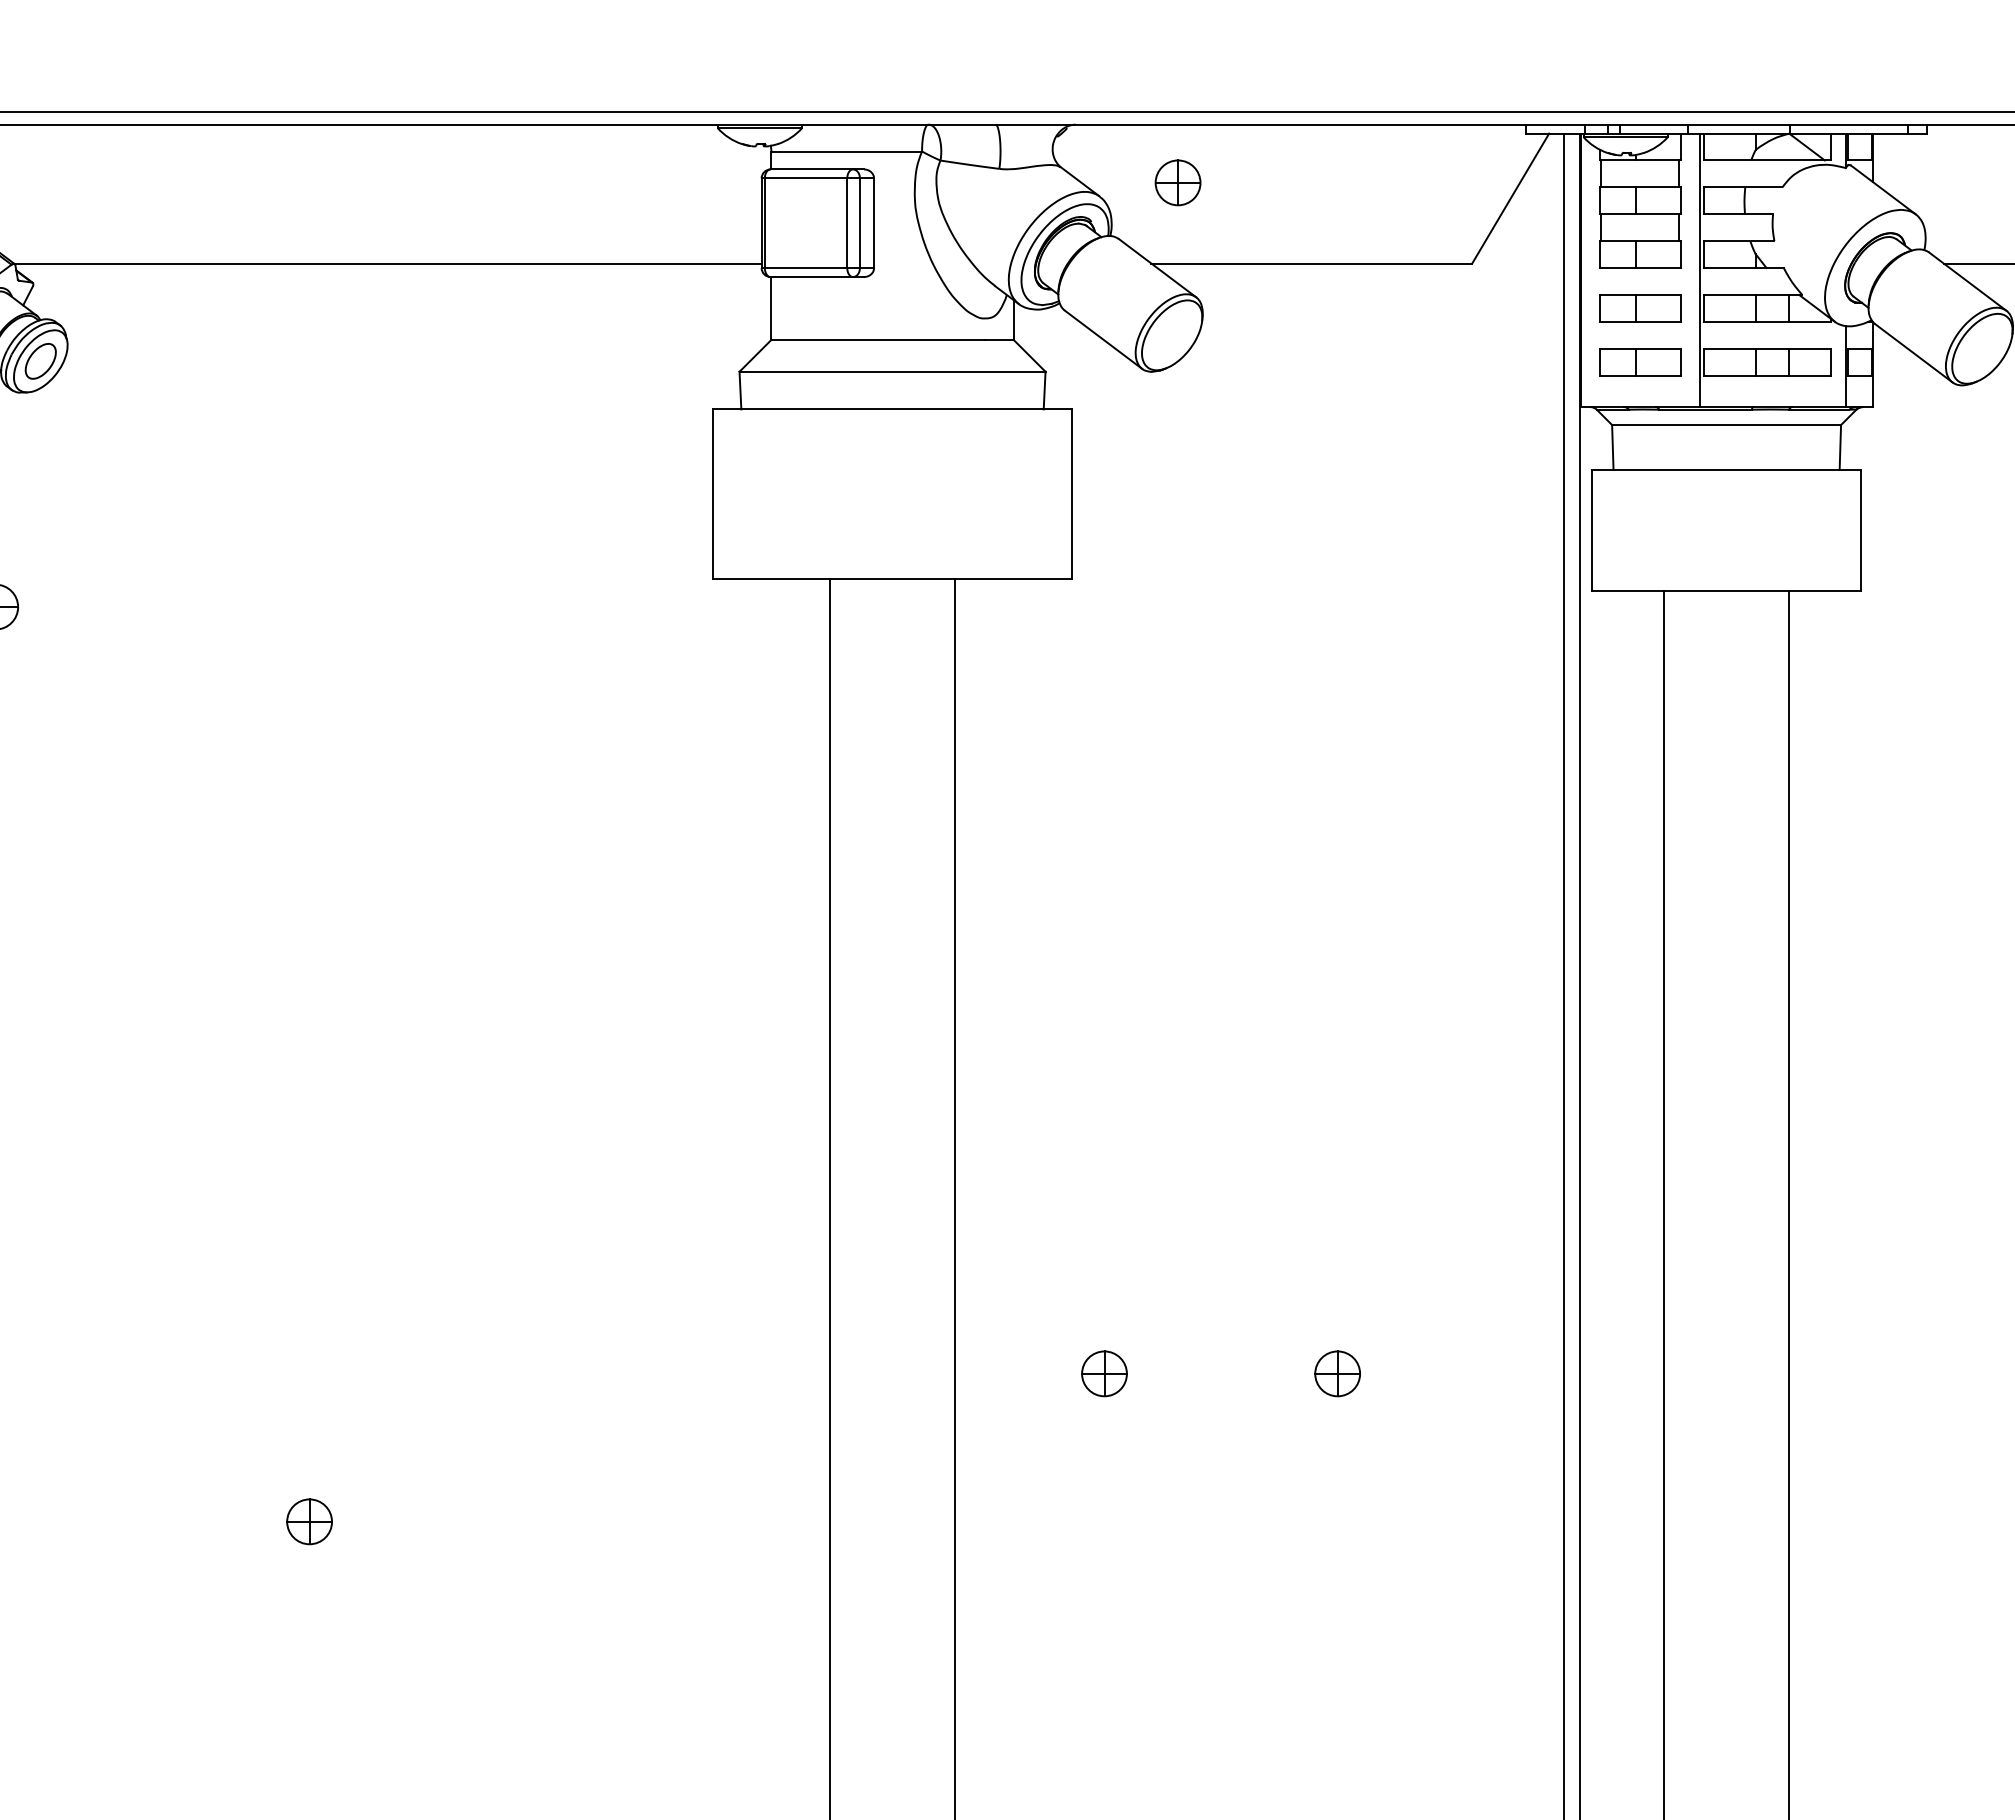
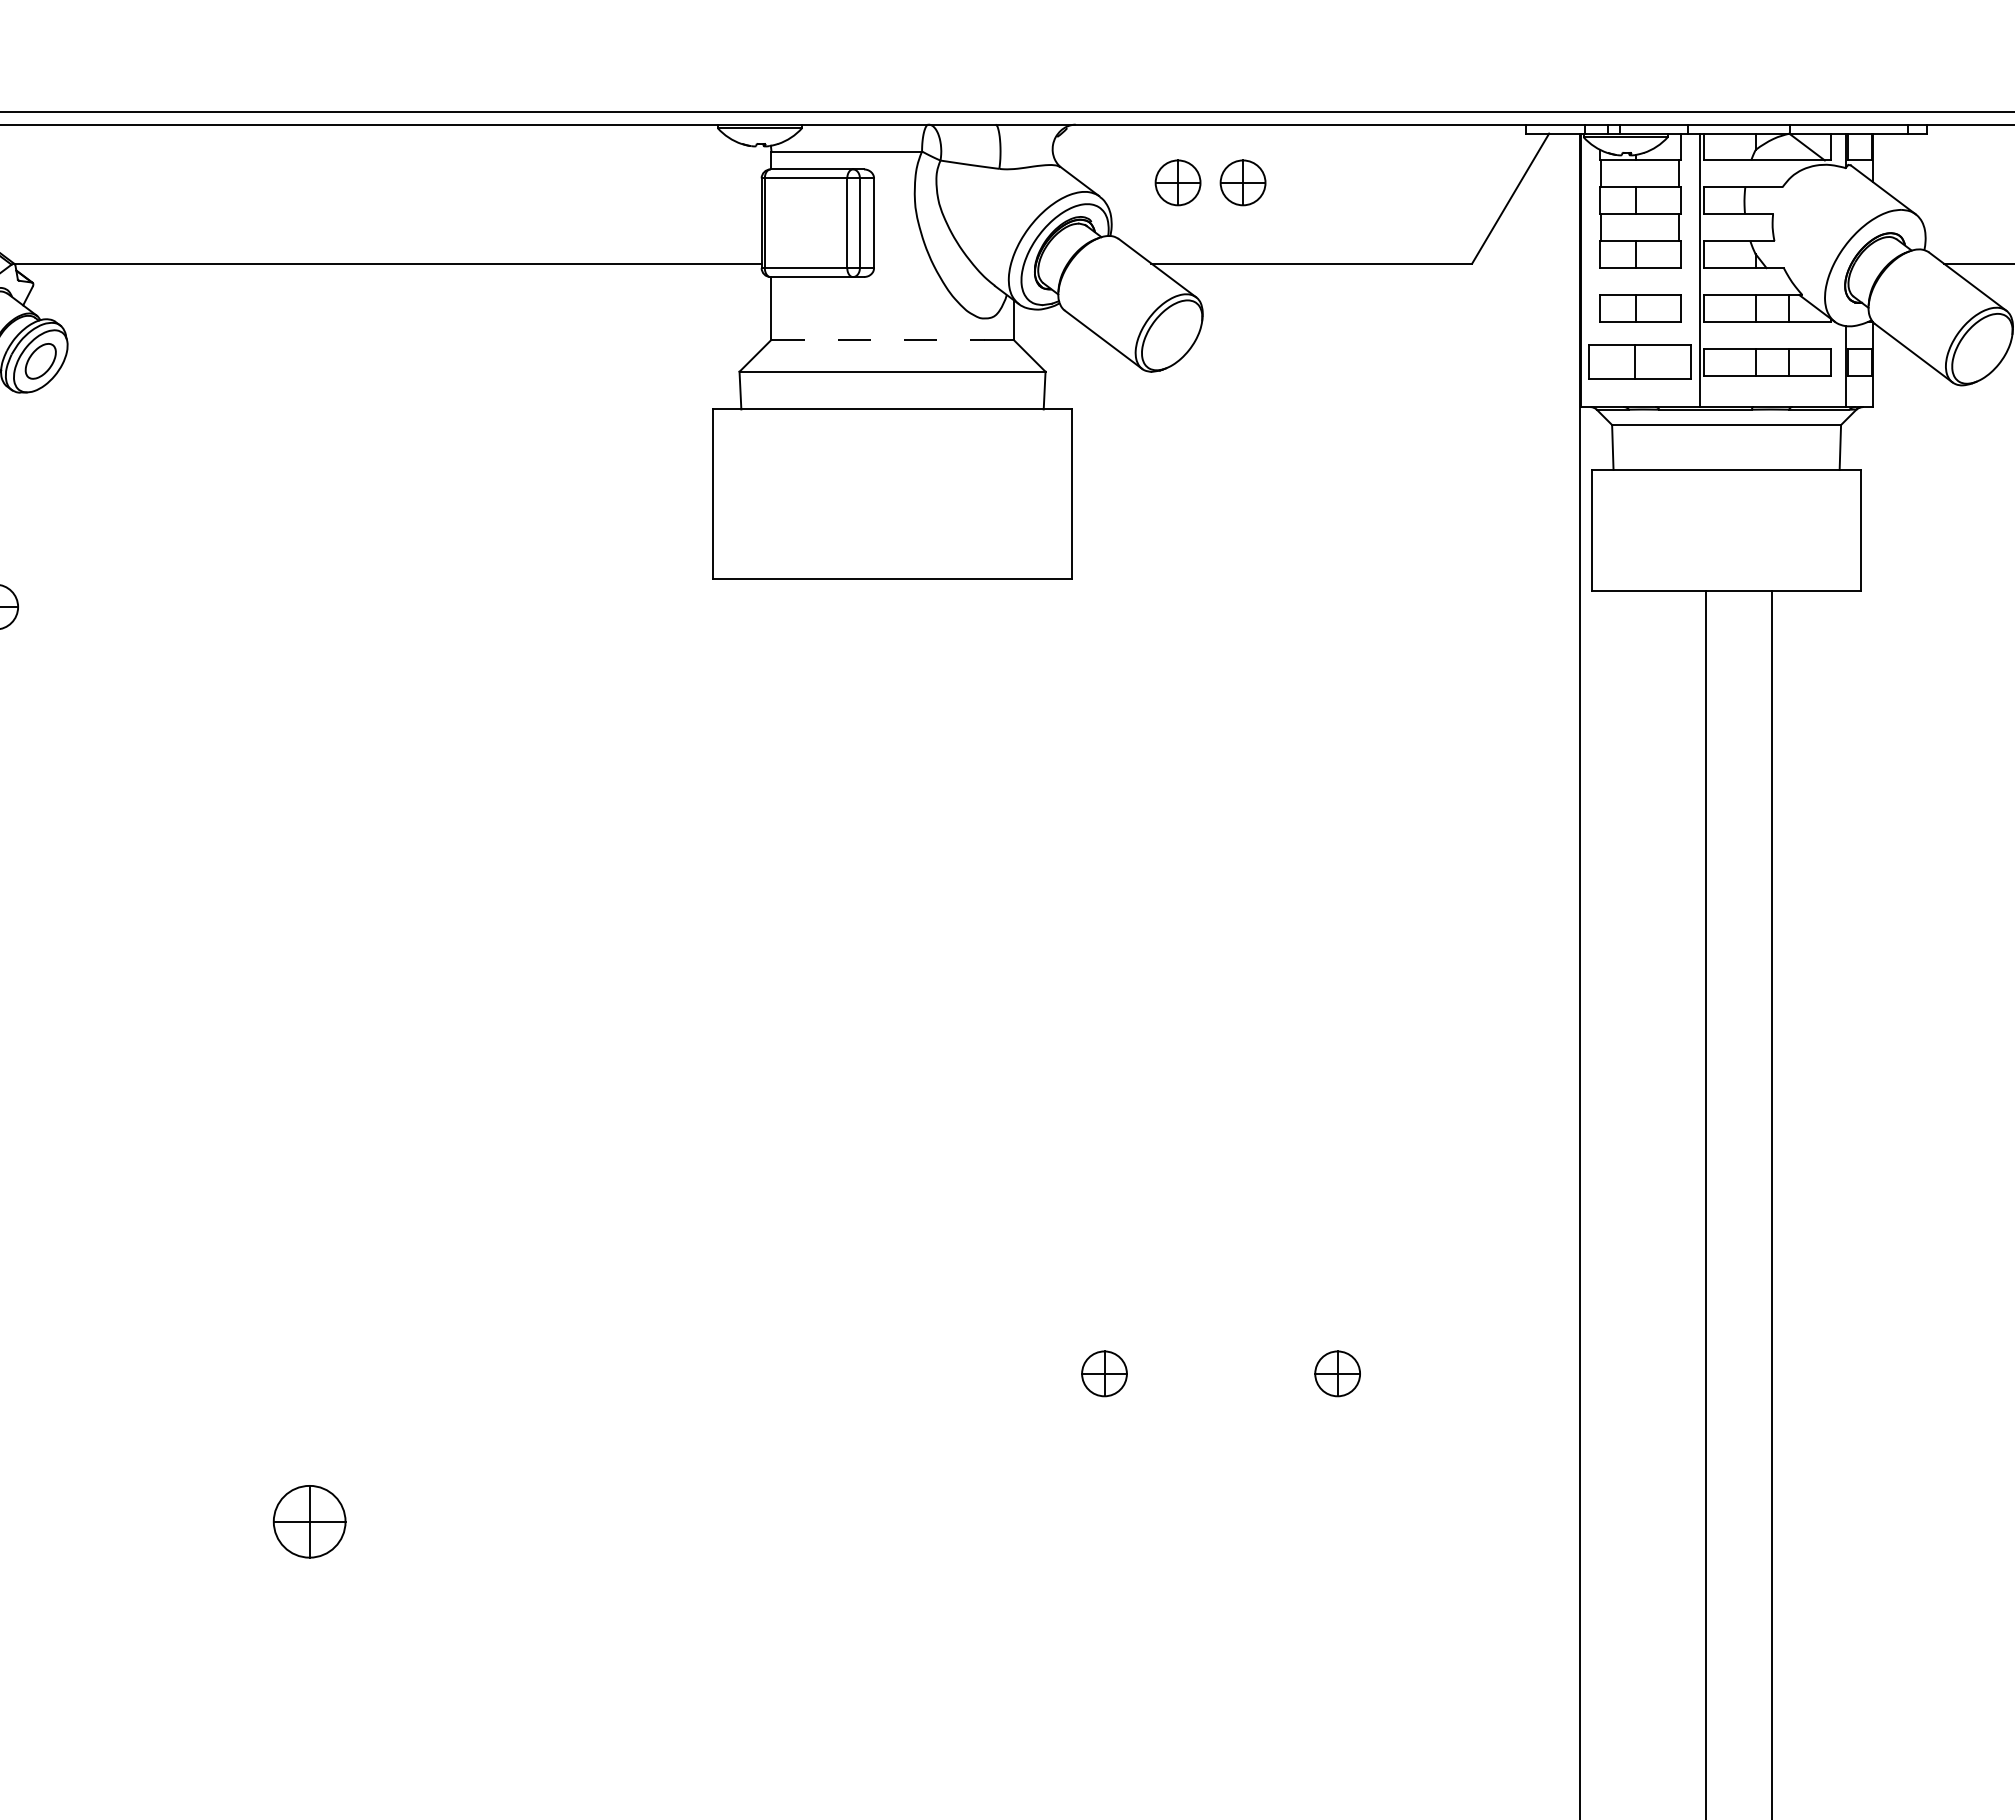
part at (1242, 182): none -> present
line at (878, 339): solid -> dashed
part at (1640, 362) size: 83x29 px -> 104x36 px
line at (1563, 974): present -> none
line at (830, 1197): present -> none
line at (954, 1197): present -> none
line at (1664, 1203) position: (1664, 1203) -> (1706, 1203)
line at (1788, 1203) position: (1788, 1203) -> (1771, 1203)
part at (309, 1521) size: 47x48 px -> 75x74 px
